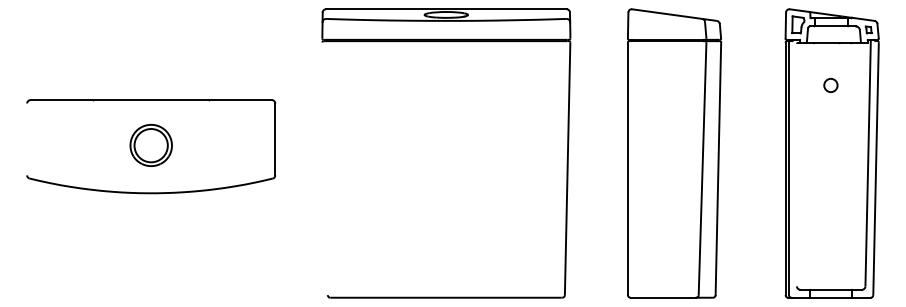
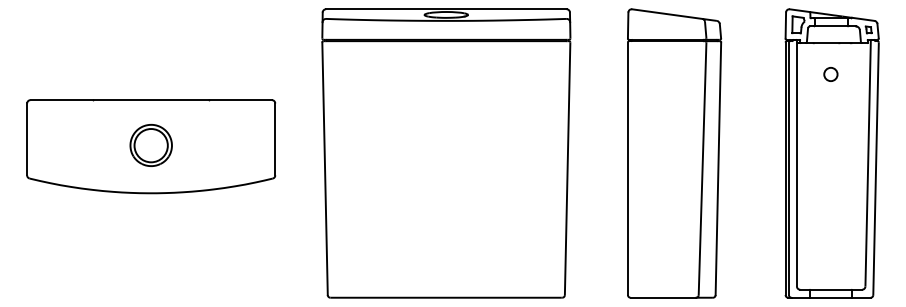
circle at (830, 85) position: (830, 85) -> (830, 74)
line at (27, 139): none -> present
line at (796, 163): none -> present
line at (324, 168): none -> present
